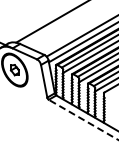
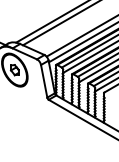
line at (60, 23): none -> present
line at (83, 119): dashed -> solid
